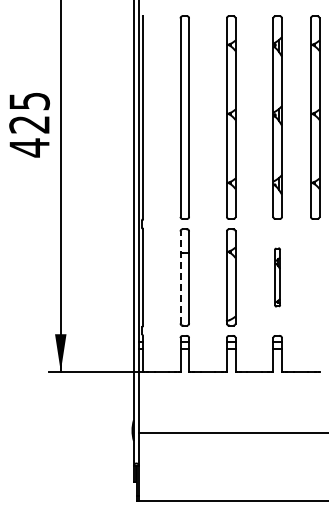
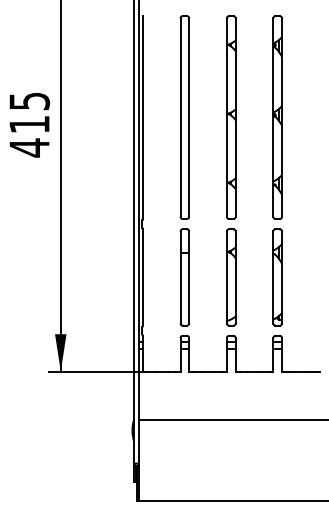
part at (315, 117): present -> none
text at (29, 124): 425 -> 415
line at (180, 276): dashed -> solid
part at (277, 277) size: 7x61 px -> 11x99 px
line at (232, 432) position: (232, 432) -> (232, 419)
